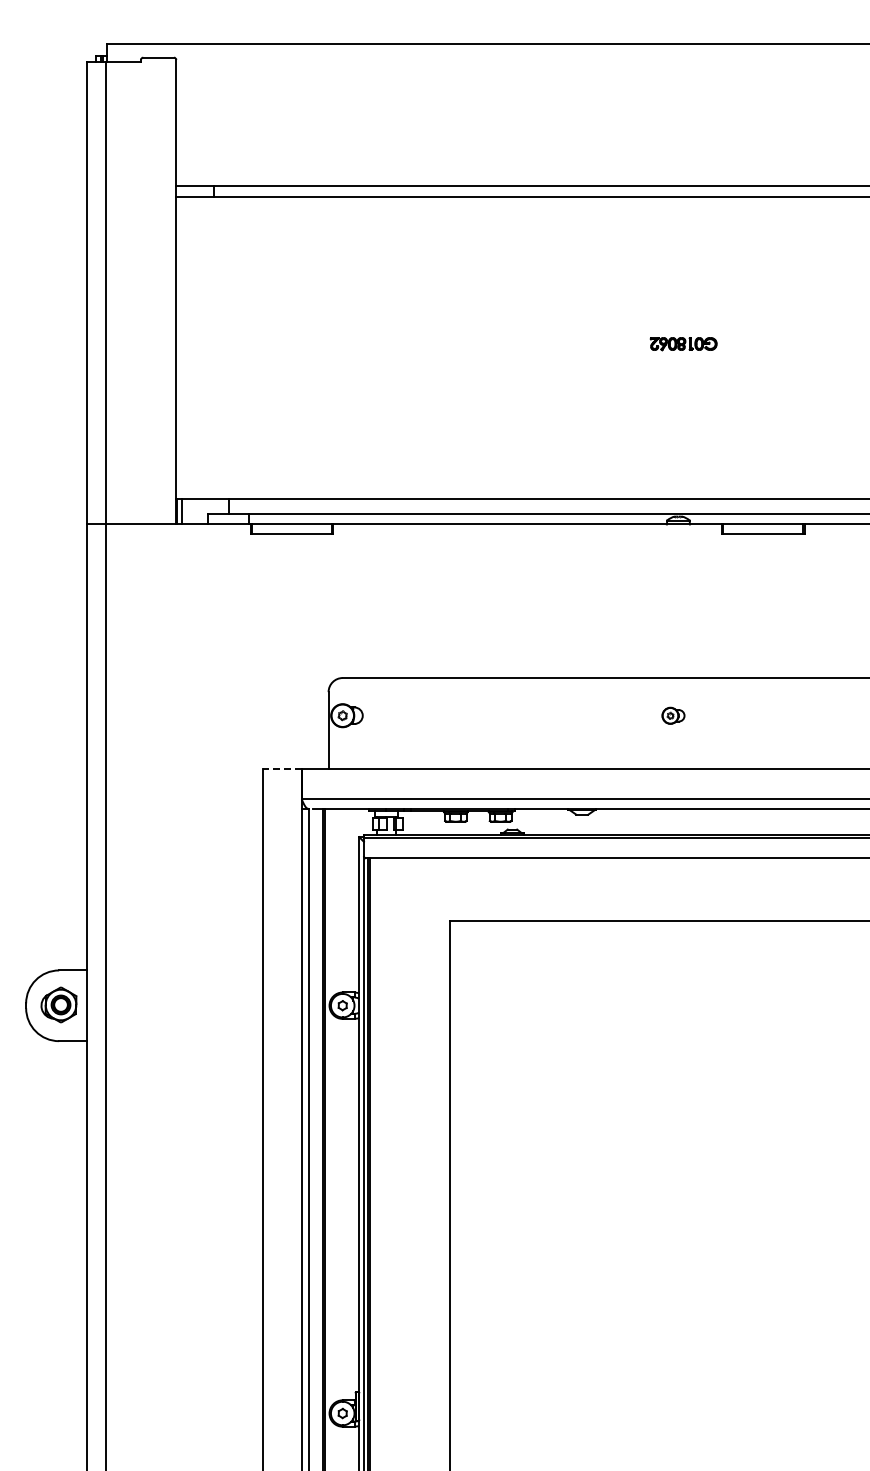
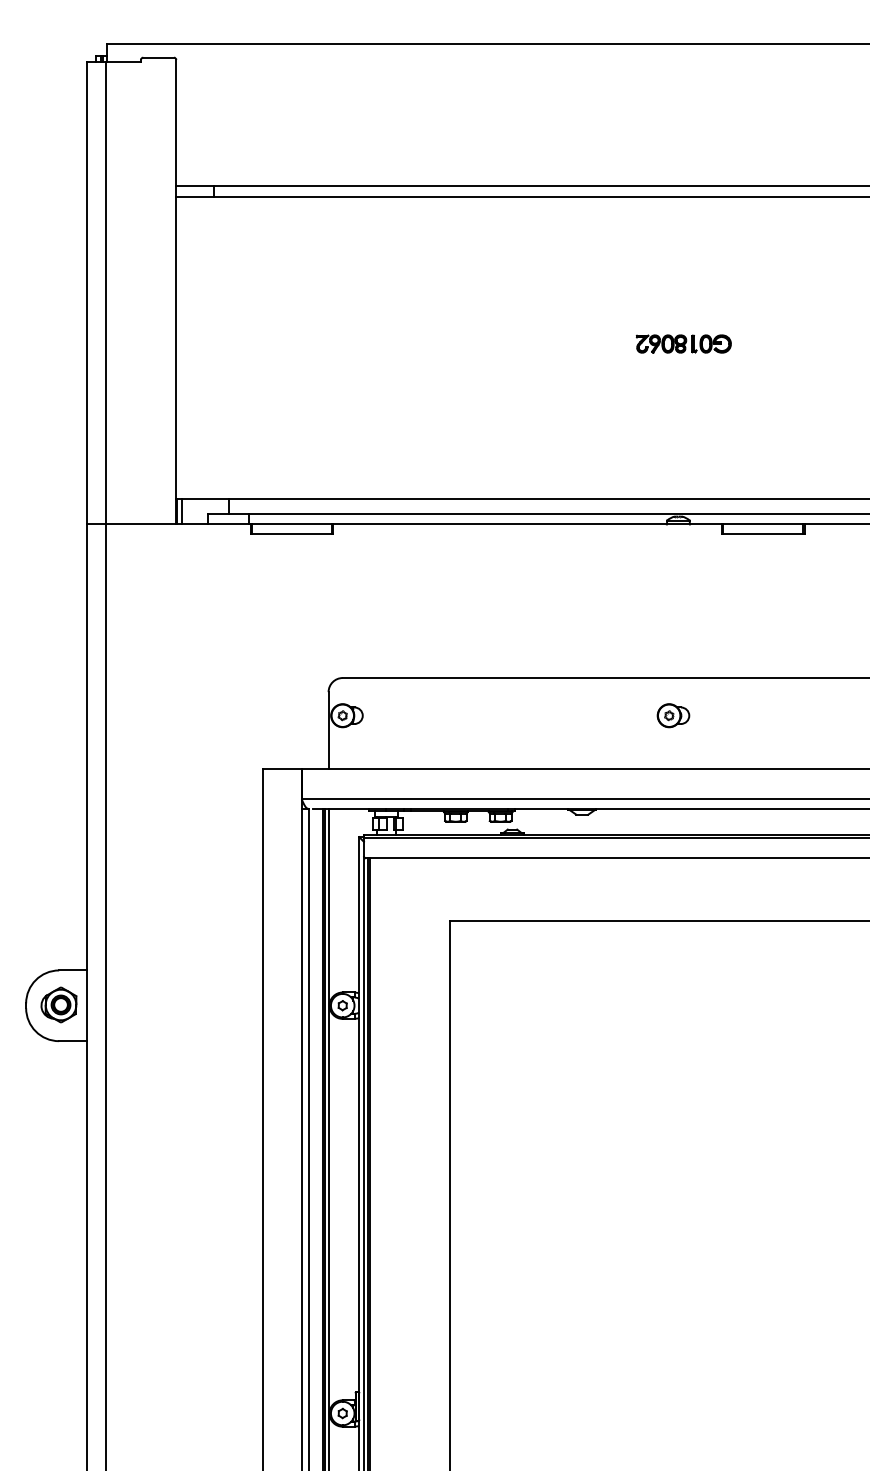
part at (683, 344) size: 69x15 px -> 97x20 px
part at (673, 715) size: 25x19 px -> 35x26 px
line at (281, 768): dashed -> solid
line at (328, 1137): none -> present
